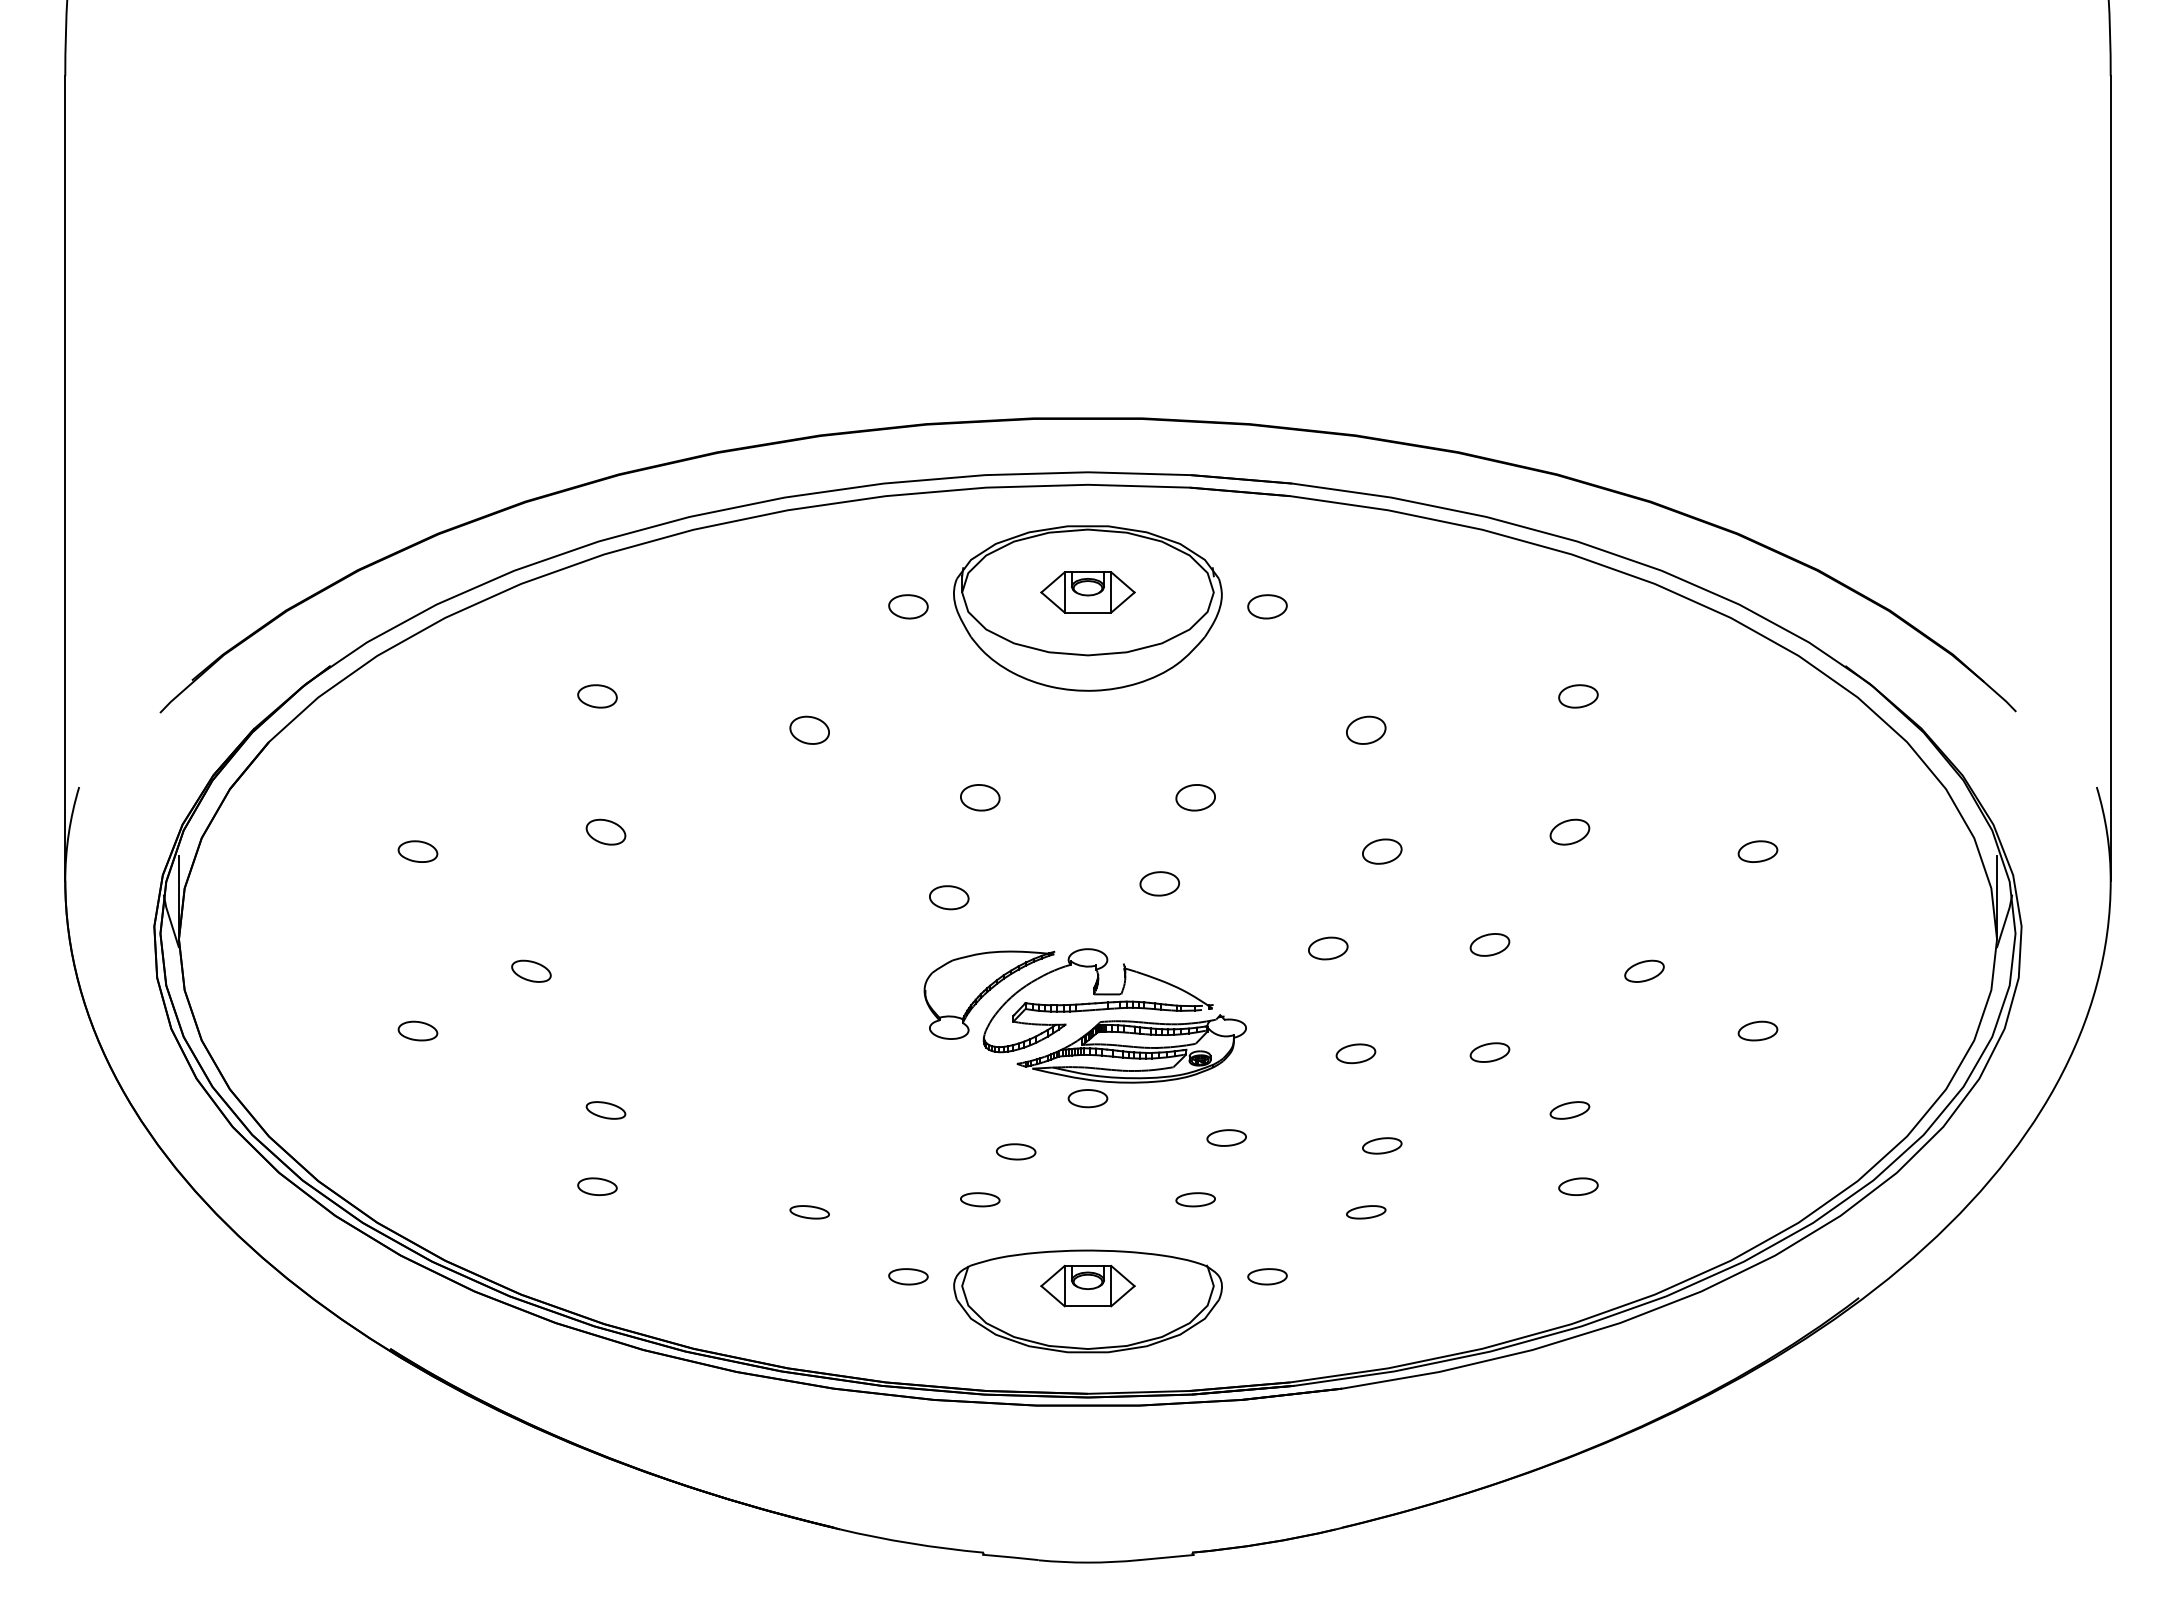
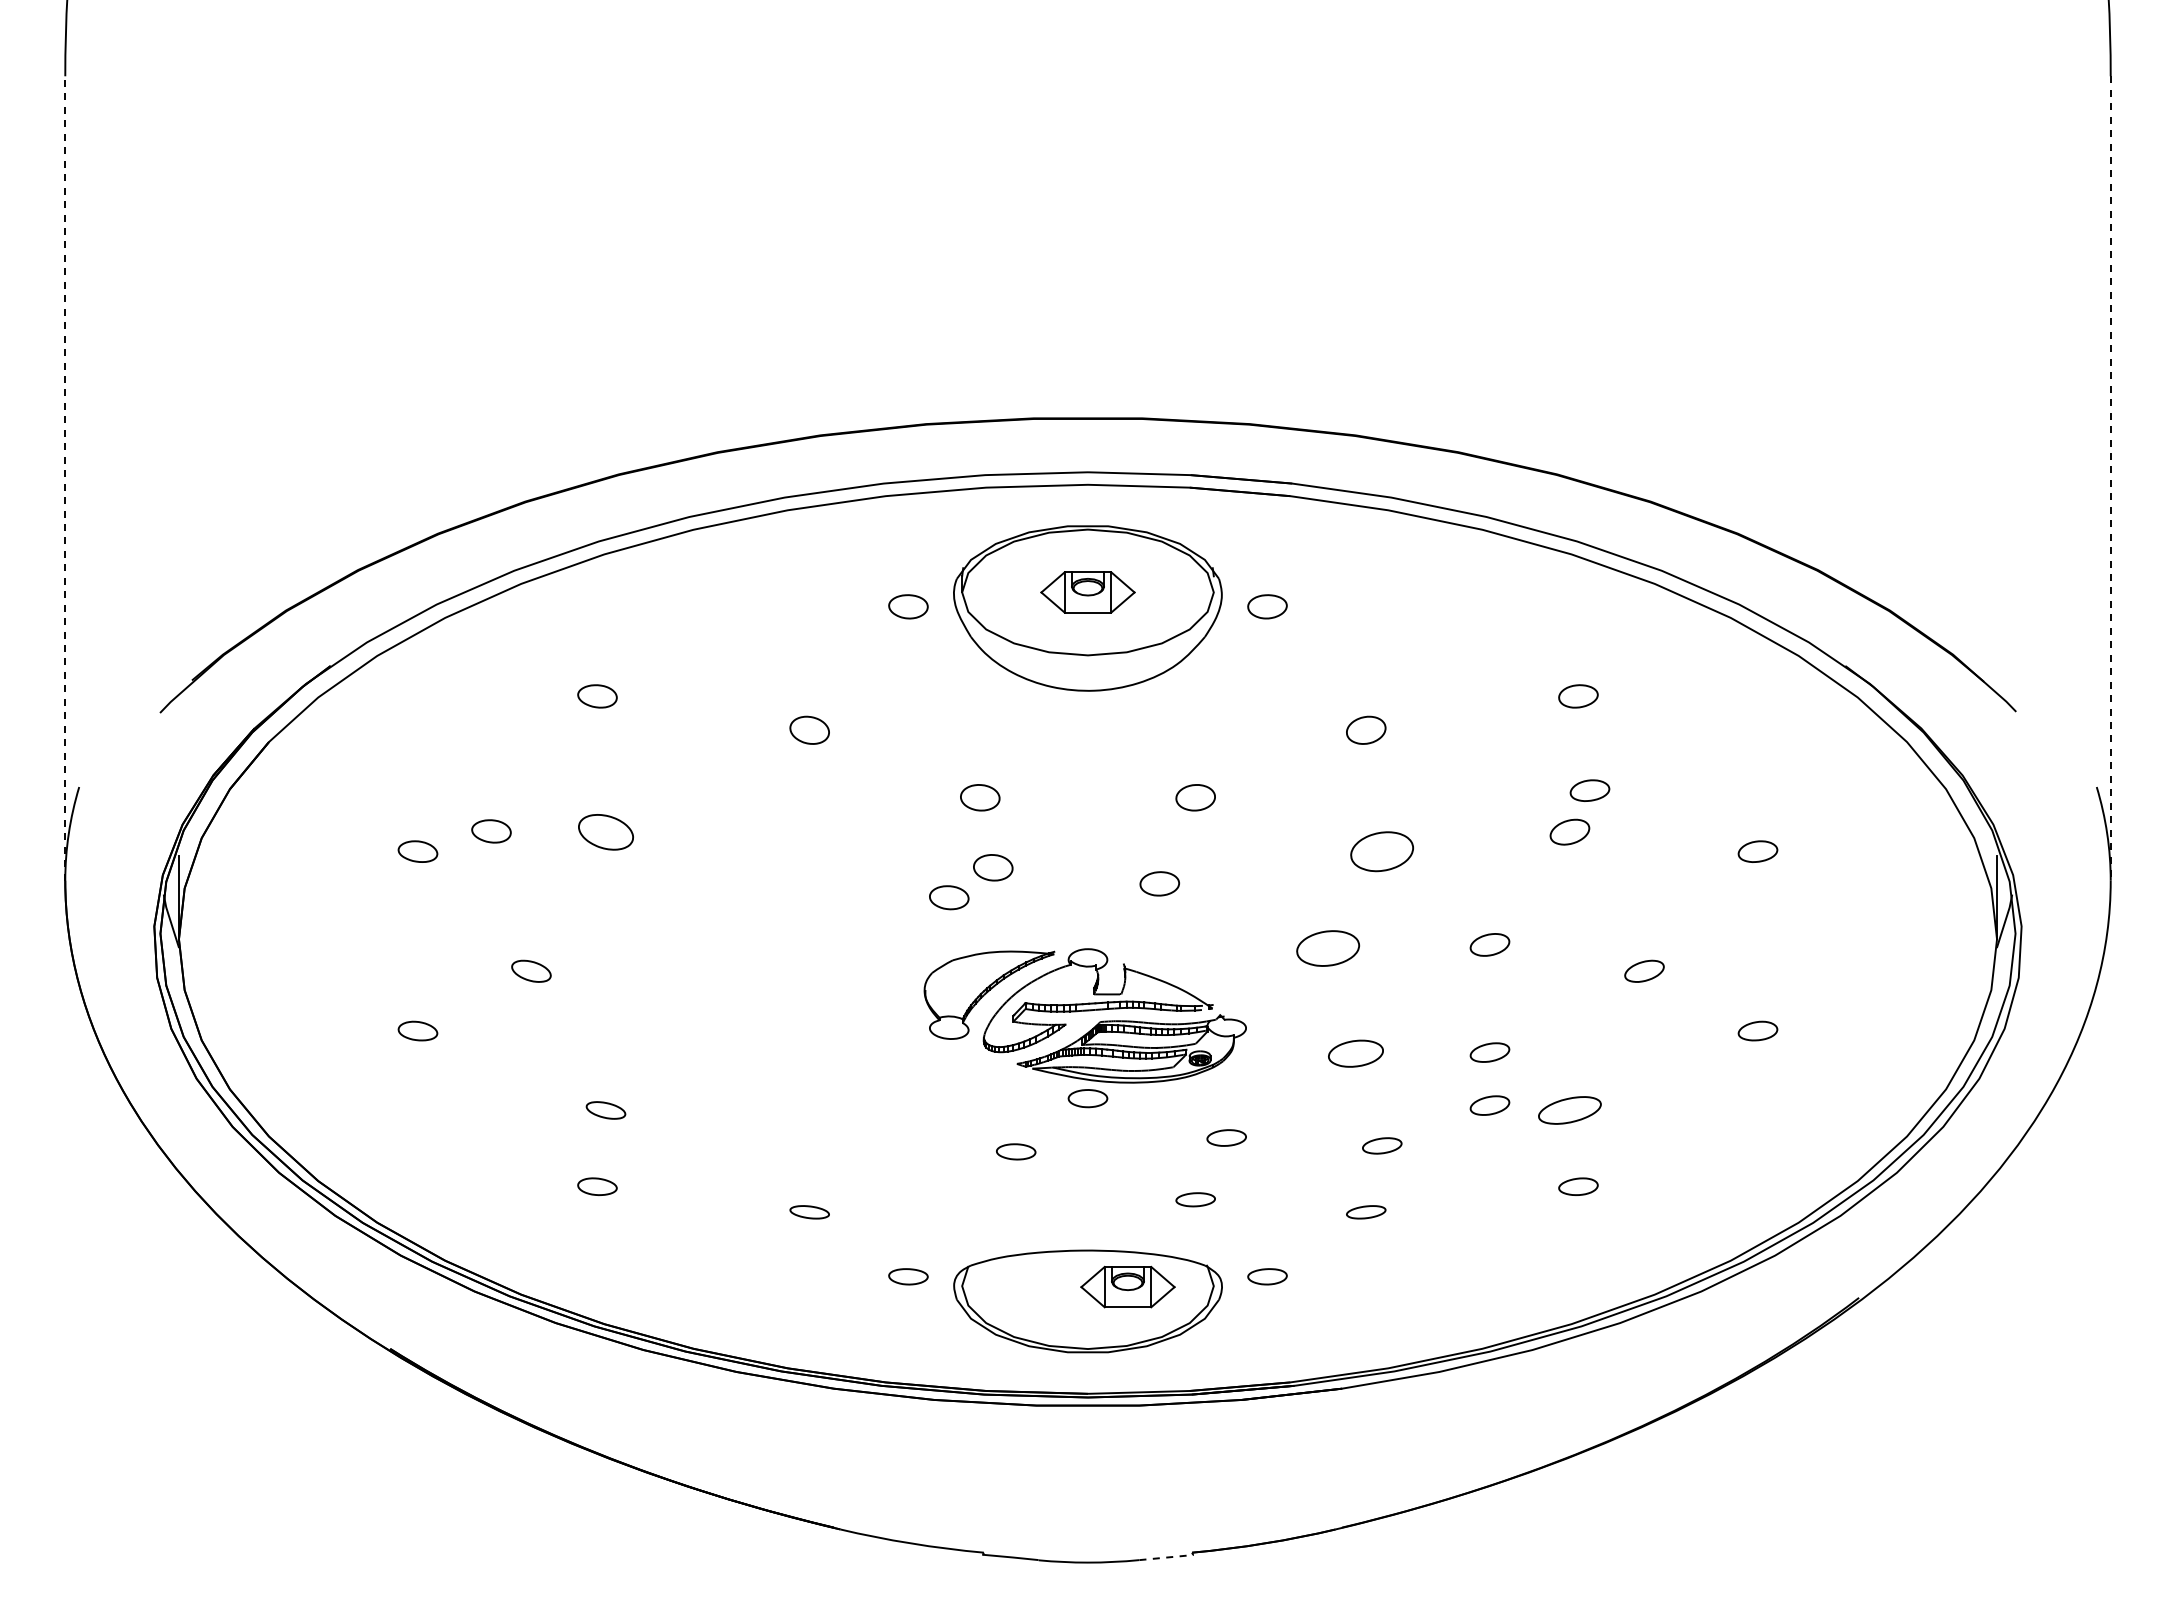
line at (65, 478): solid -> dashed
line at (2110, 479): solid -> dashed
part at (1589, 790): none -> present
part at (491, 831): none -> present
part at (605, 831) size: 42x28 px -> 56x37 px
part at (1382, 851) size: 41x27 px -> 64x42 px
part at (993, 867): none -> present
part at (1328, 948) size: 41x25 px -> 65x37 px
part at (1355, 1053) size: 42x22 px -> 56x29 px
part at (1489, 1105): none -> present
part at (1569, 1110) size: 42x19 px -> 64x29 px
part at (980, 1199): present -> none
part at (1087, 1285) position: (1087, 1285) -> (1127, 1286)
line at (1167, 1557): solid -> dashed
